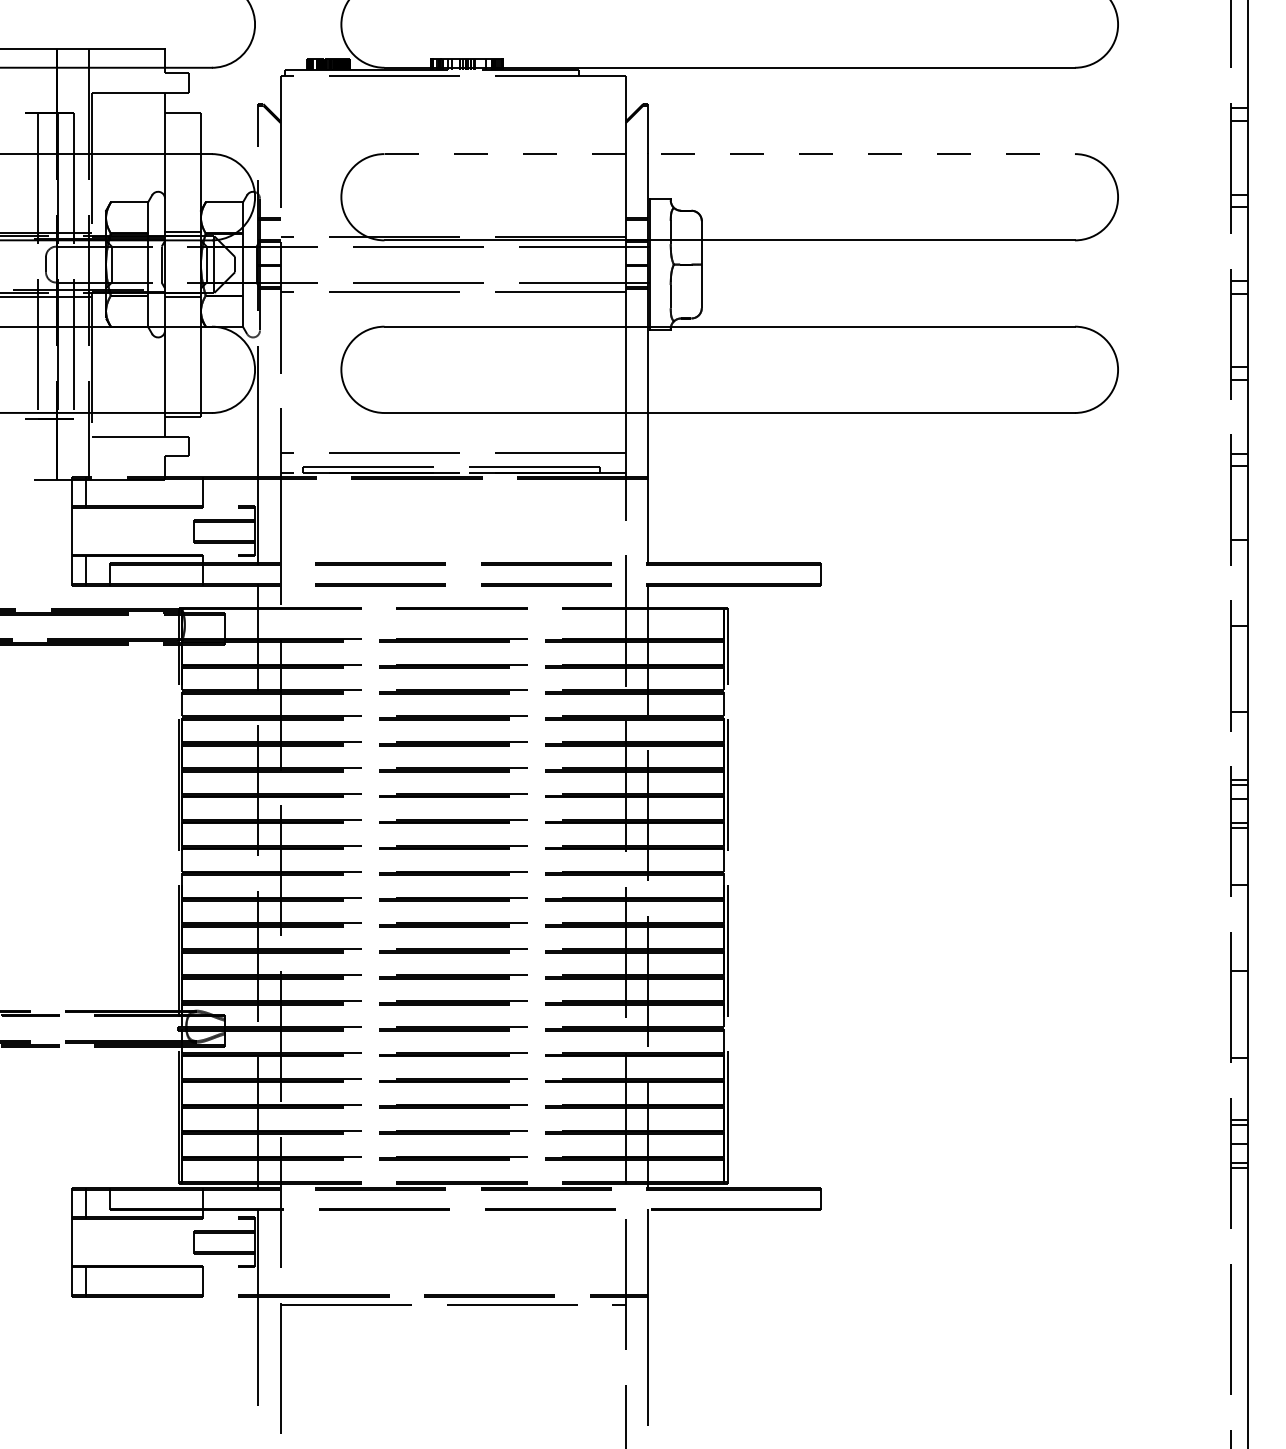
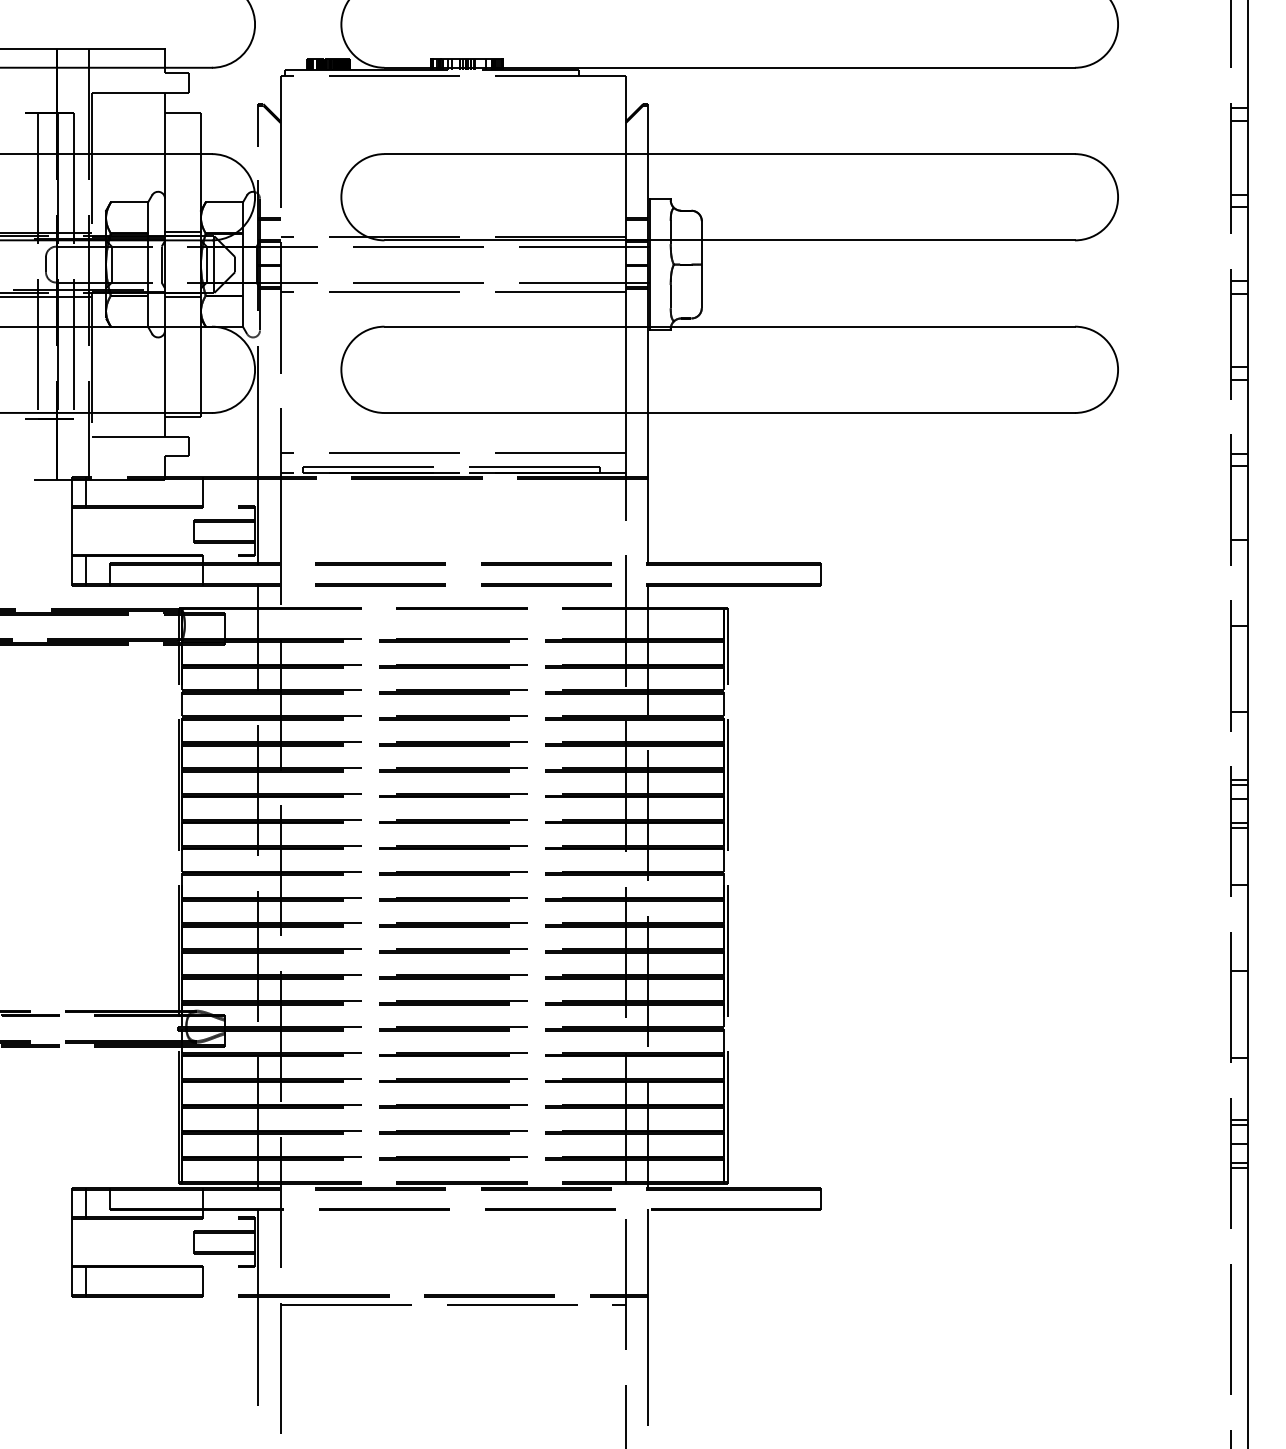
line at (730, 154): dashed -> solid
